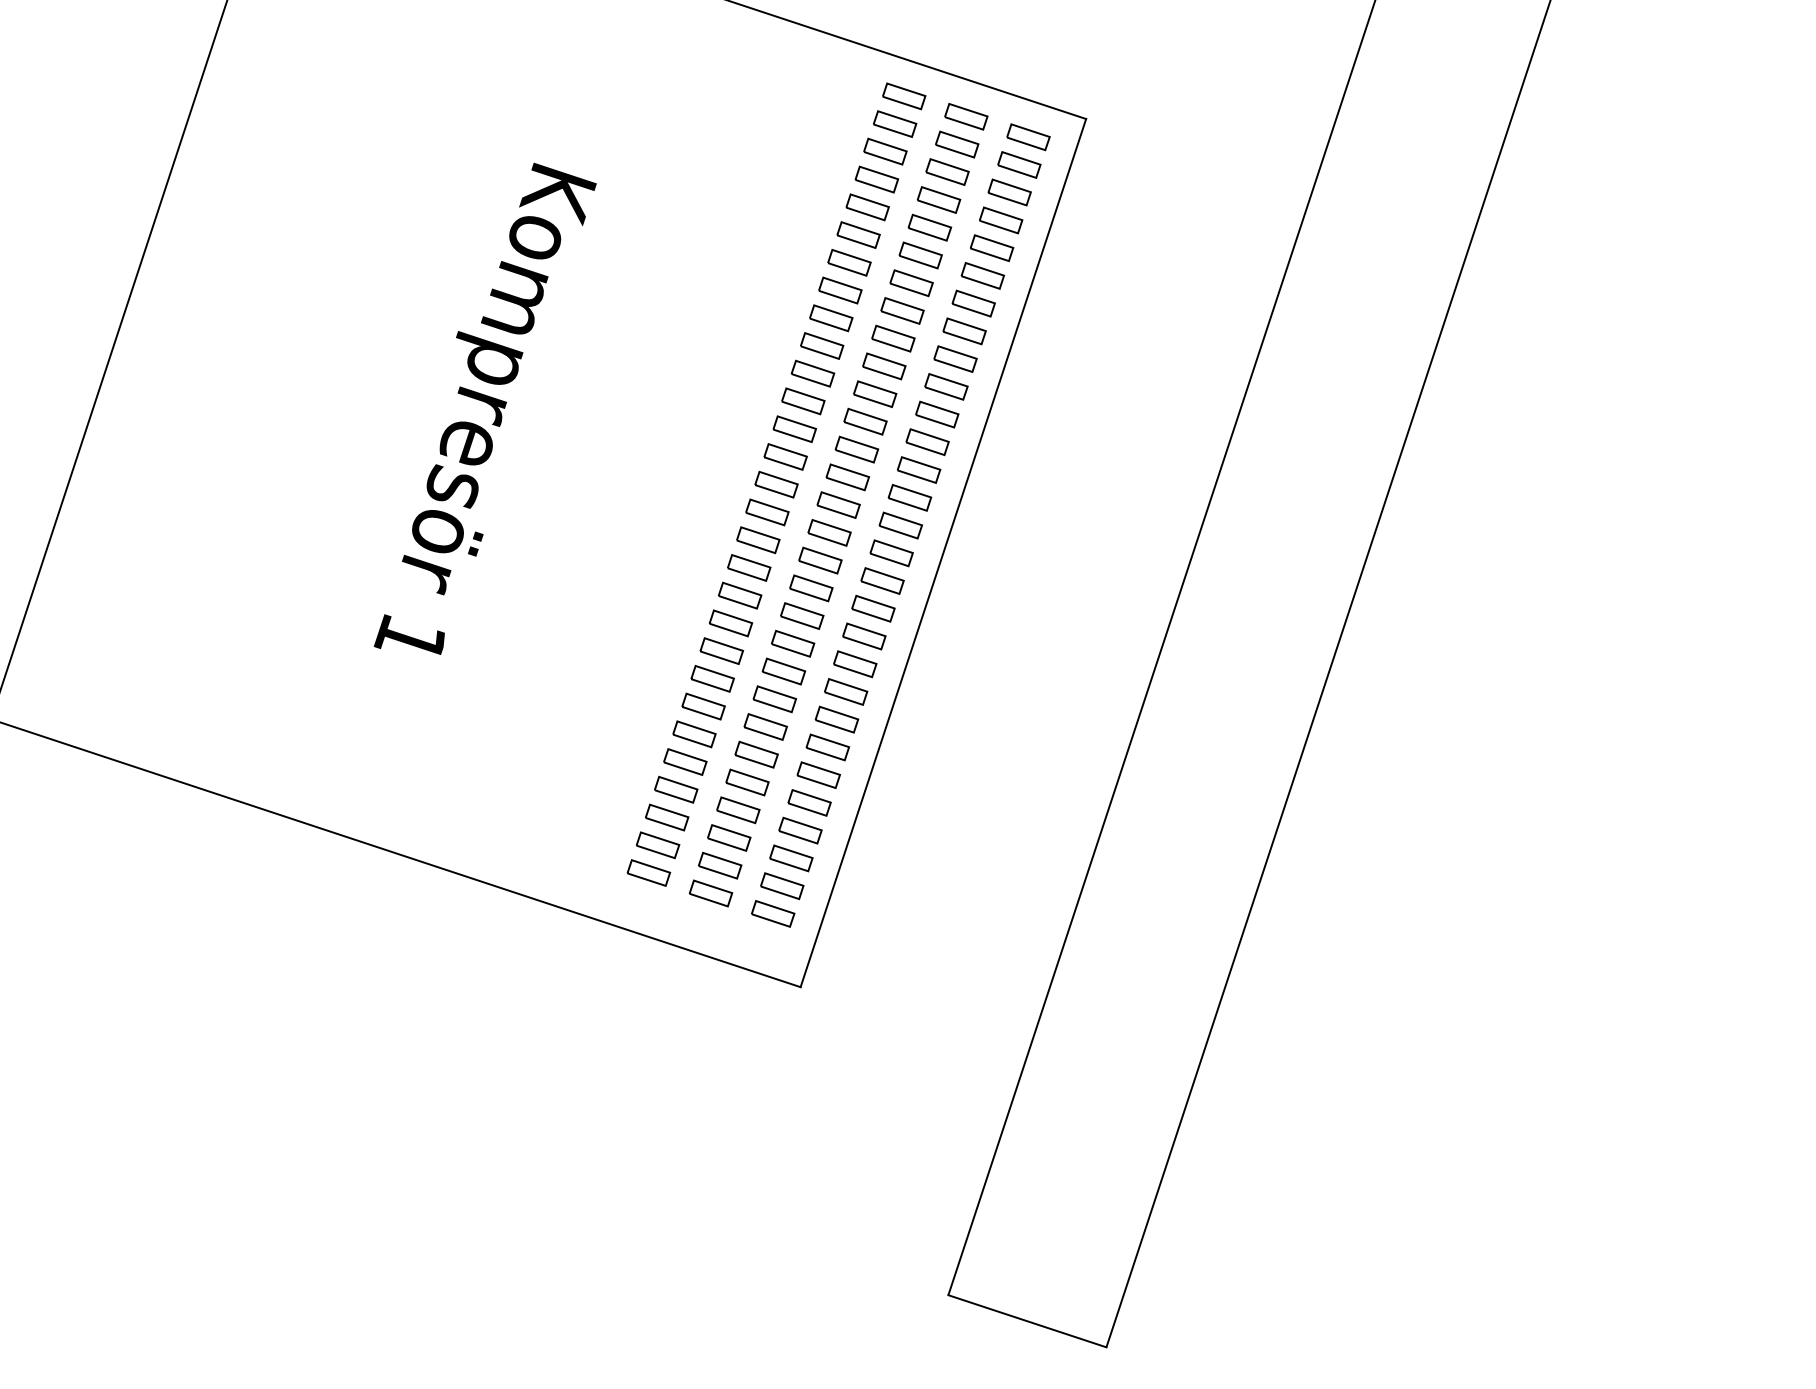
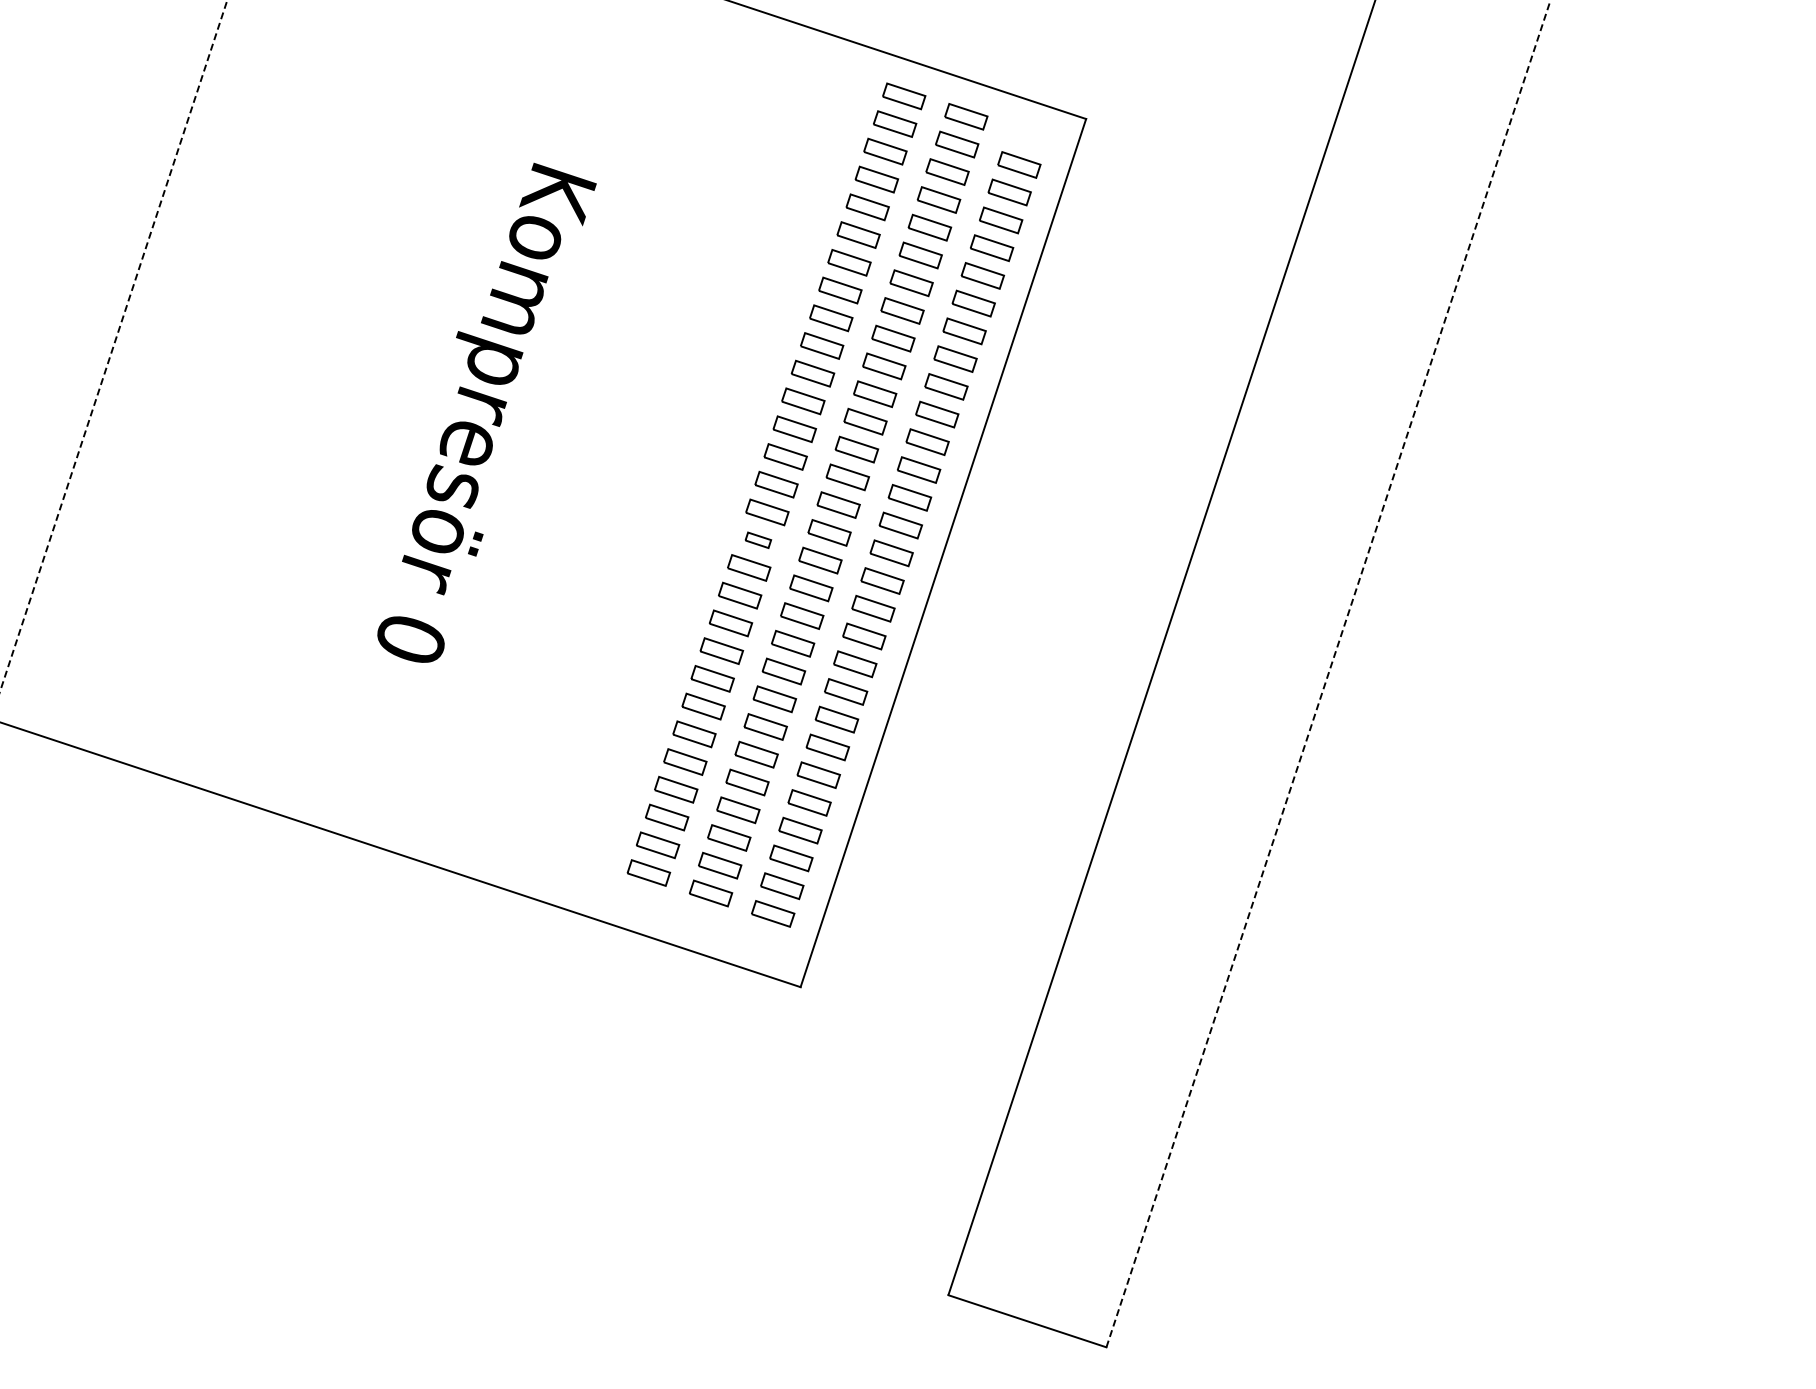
part at (1028, 137): present -> none
line at (113, 346): solid -> dashed
part at (758, 540) size: 45x29 px -> 29x18 px
text at (408, 638): 1 -> 0
line at (1328, 674): solid -> dashed
